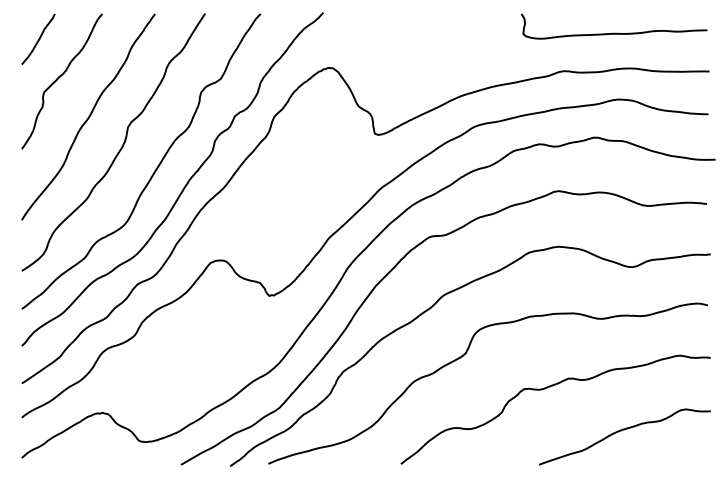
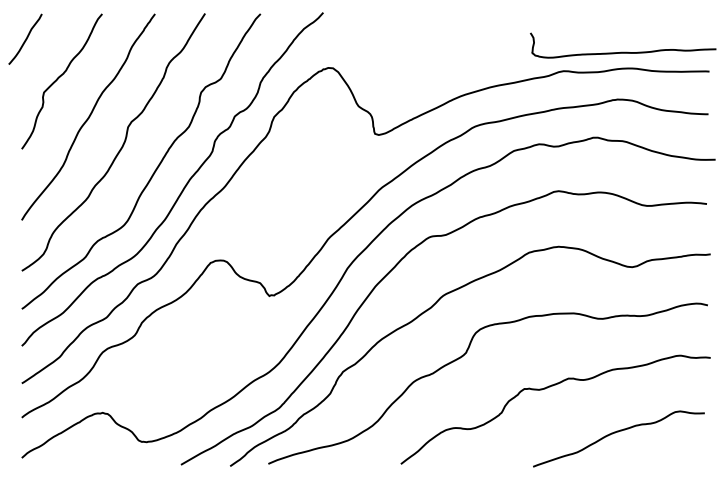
curve at (614, 32) position: (614, 32) -> (623, 51)
curve at (38, 38) position: (38, 38) -> (25, 38)
curve at (621, 431) position: (621, 431) -> (615, 433)
